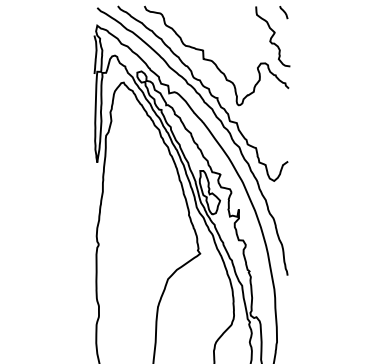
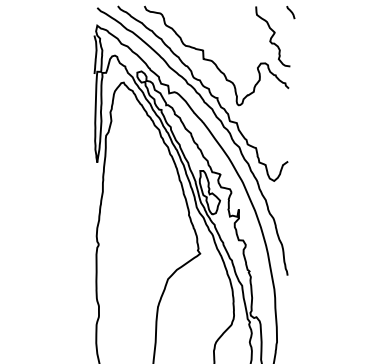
curve at (283, 12) position: (283, 12) -> (290, 12)
